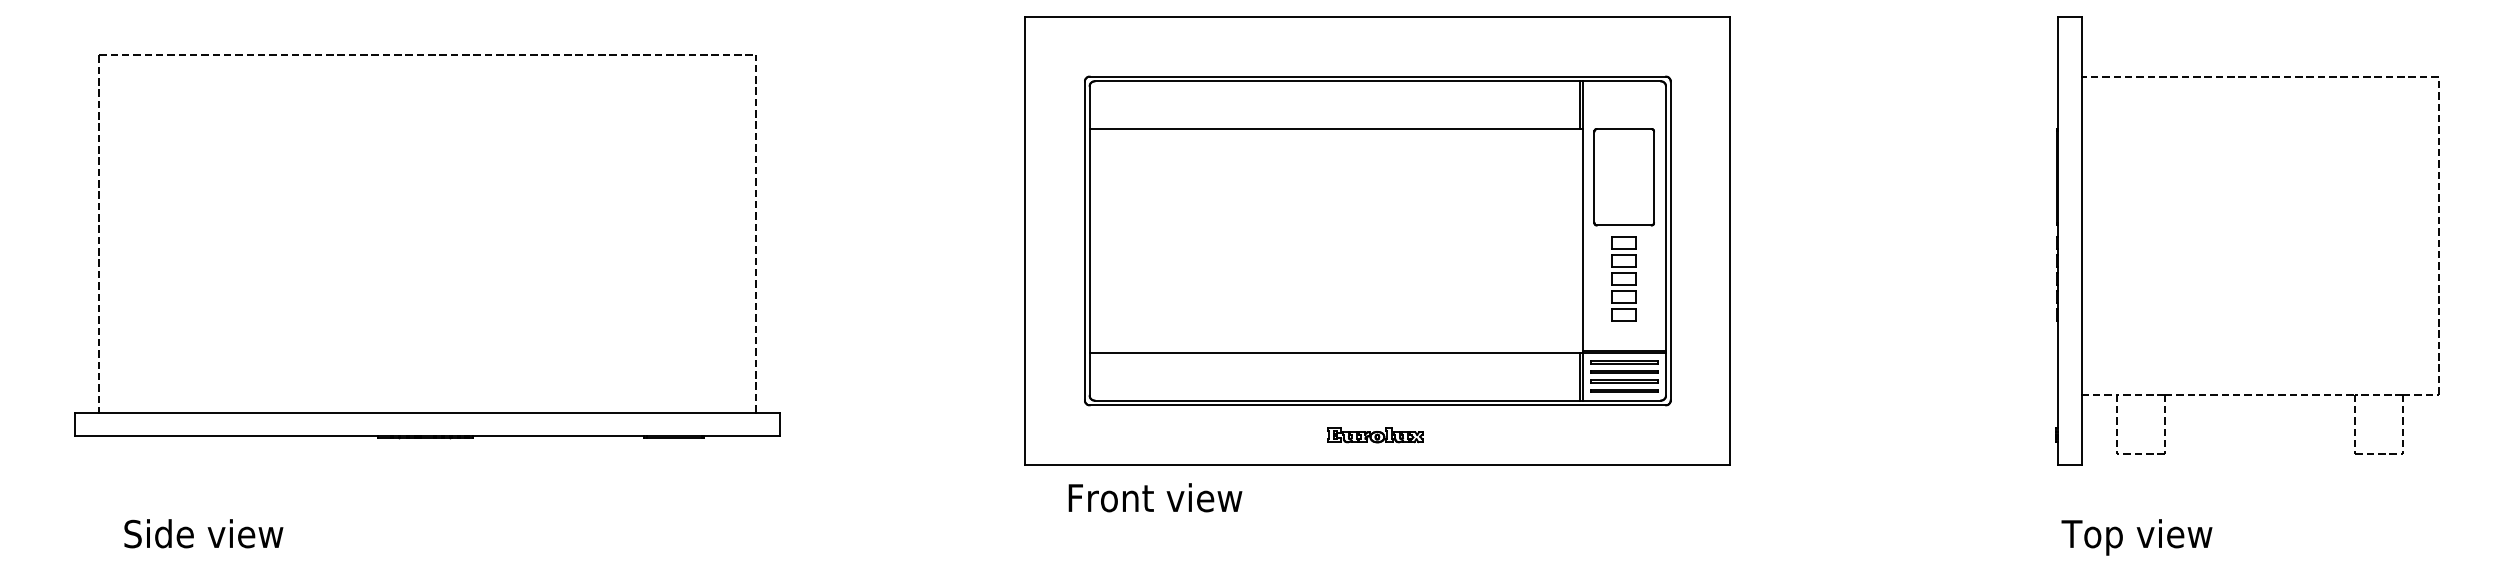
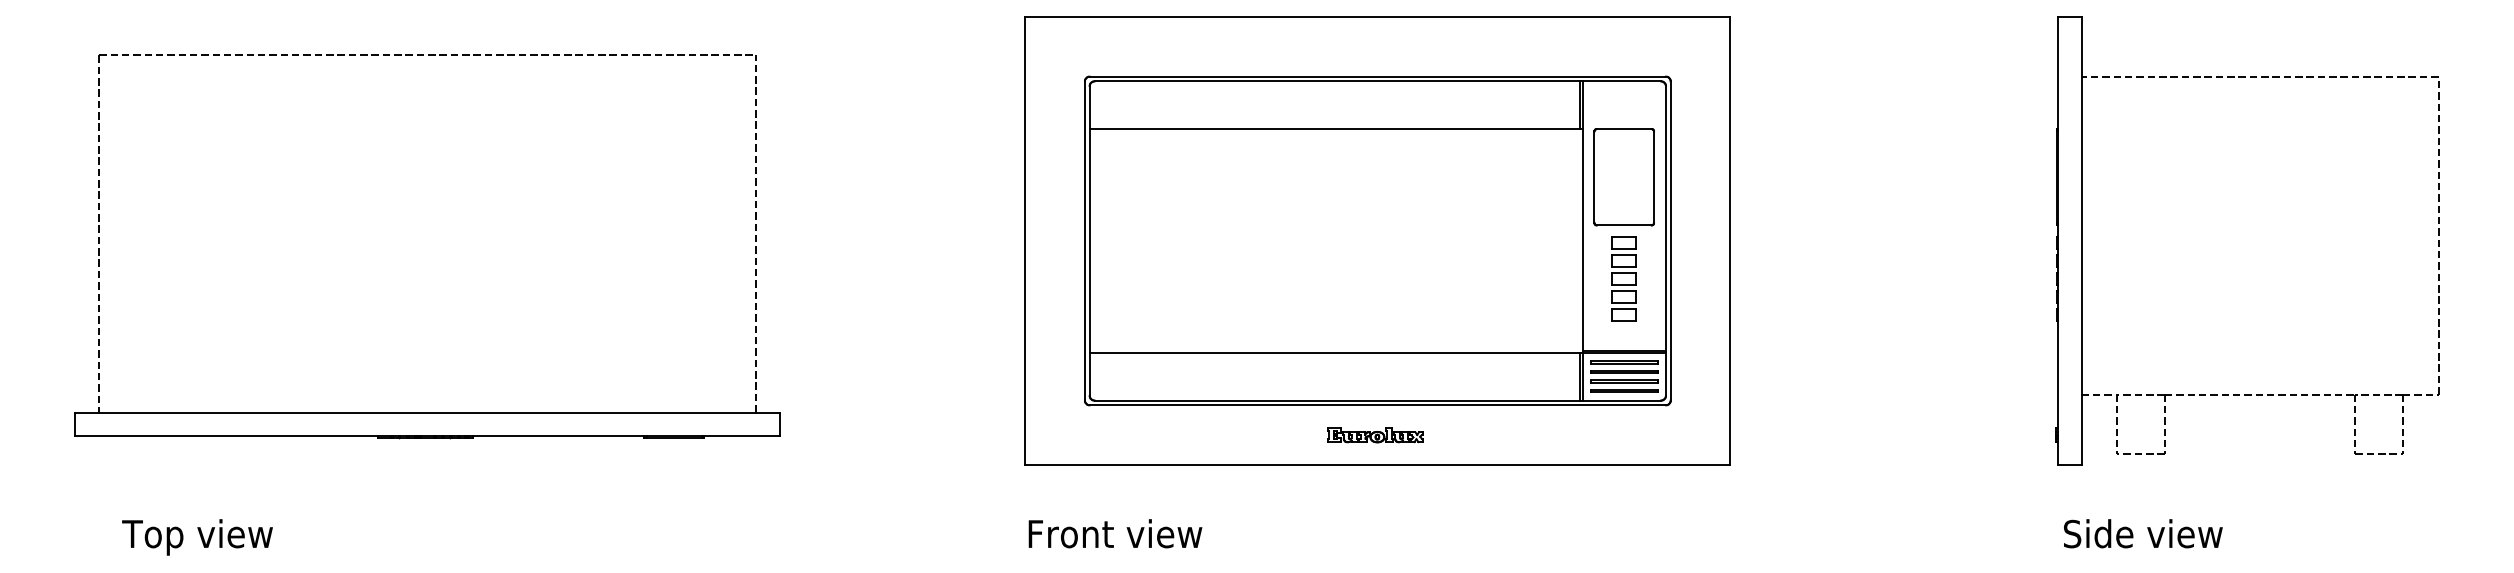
text at (1155, 497) position: (1155, 497) -> (1115, 533)
text at (202, 537): Side view -> Top view
text at (2141, 537): Top view -> Side view
